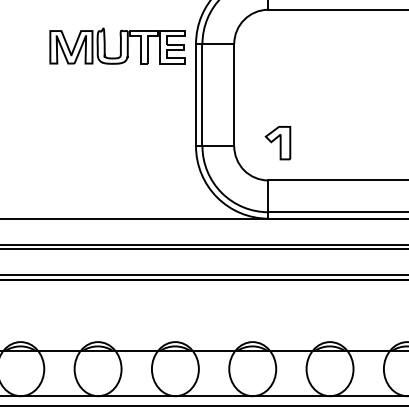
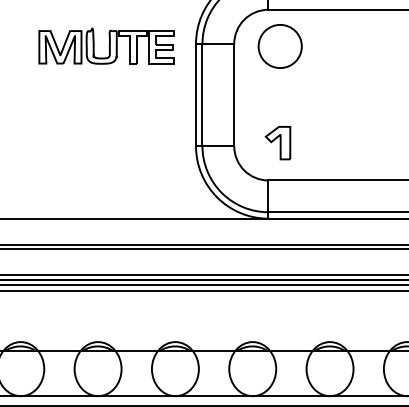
part at (117, 45) position: (117, 45) -> (106, 45)
circle at (279, 46): none -> present
line at (203, 284): none -> present
line at (203, 290): none -> present
